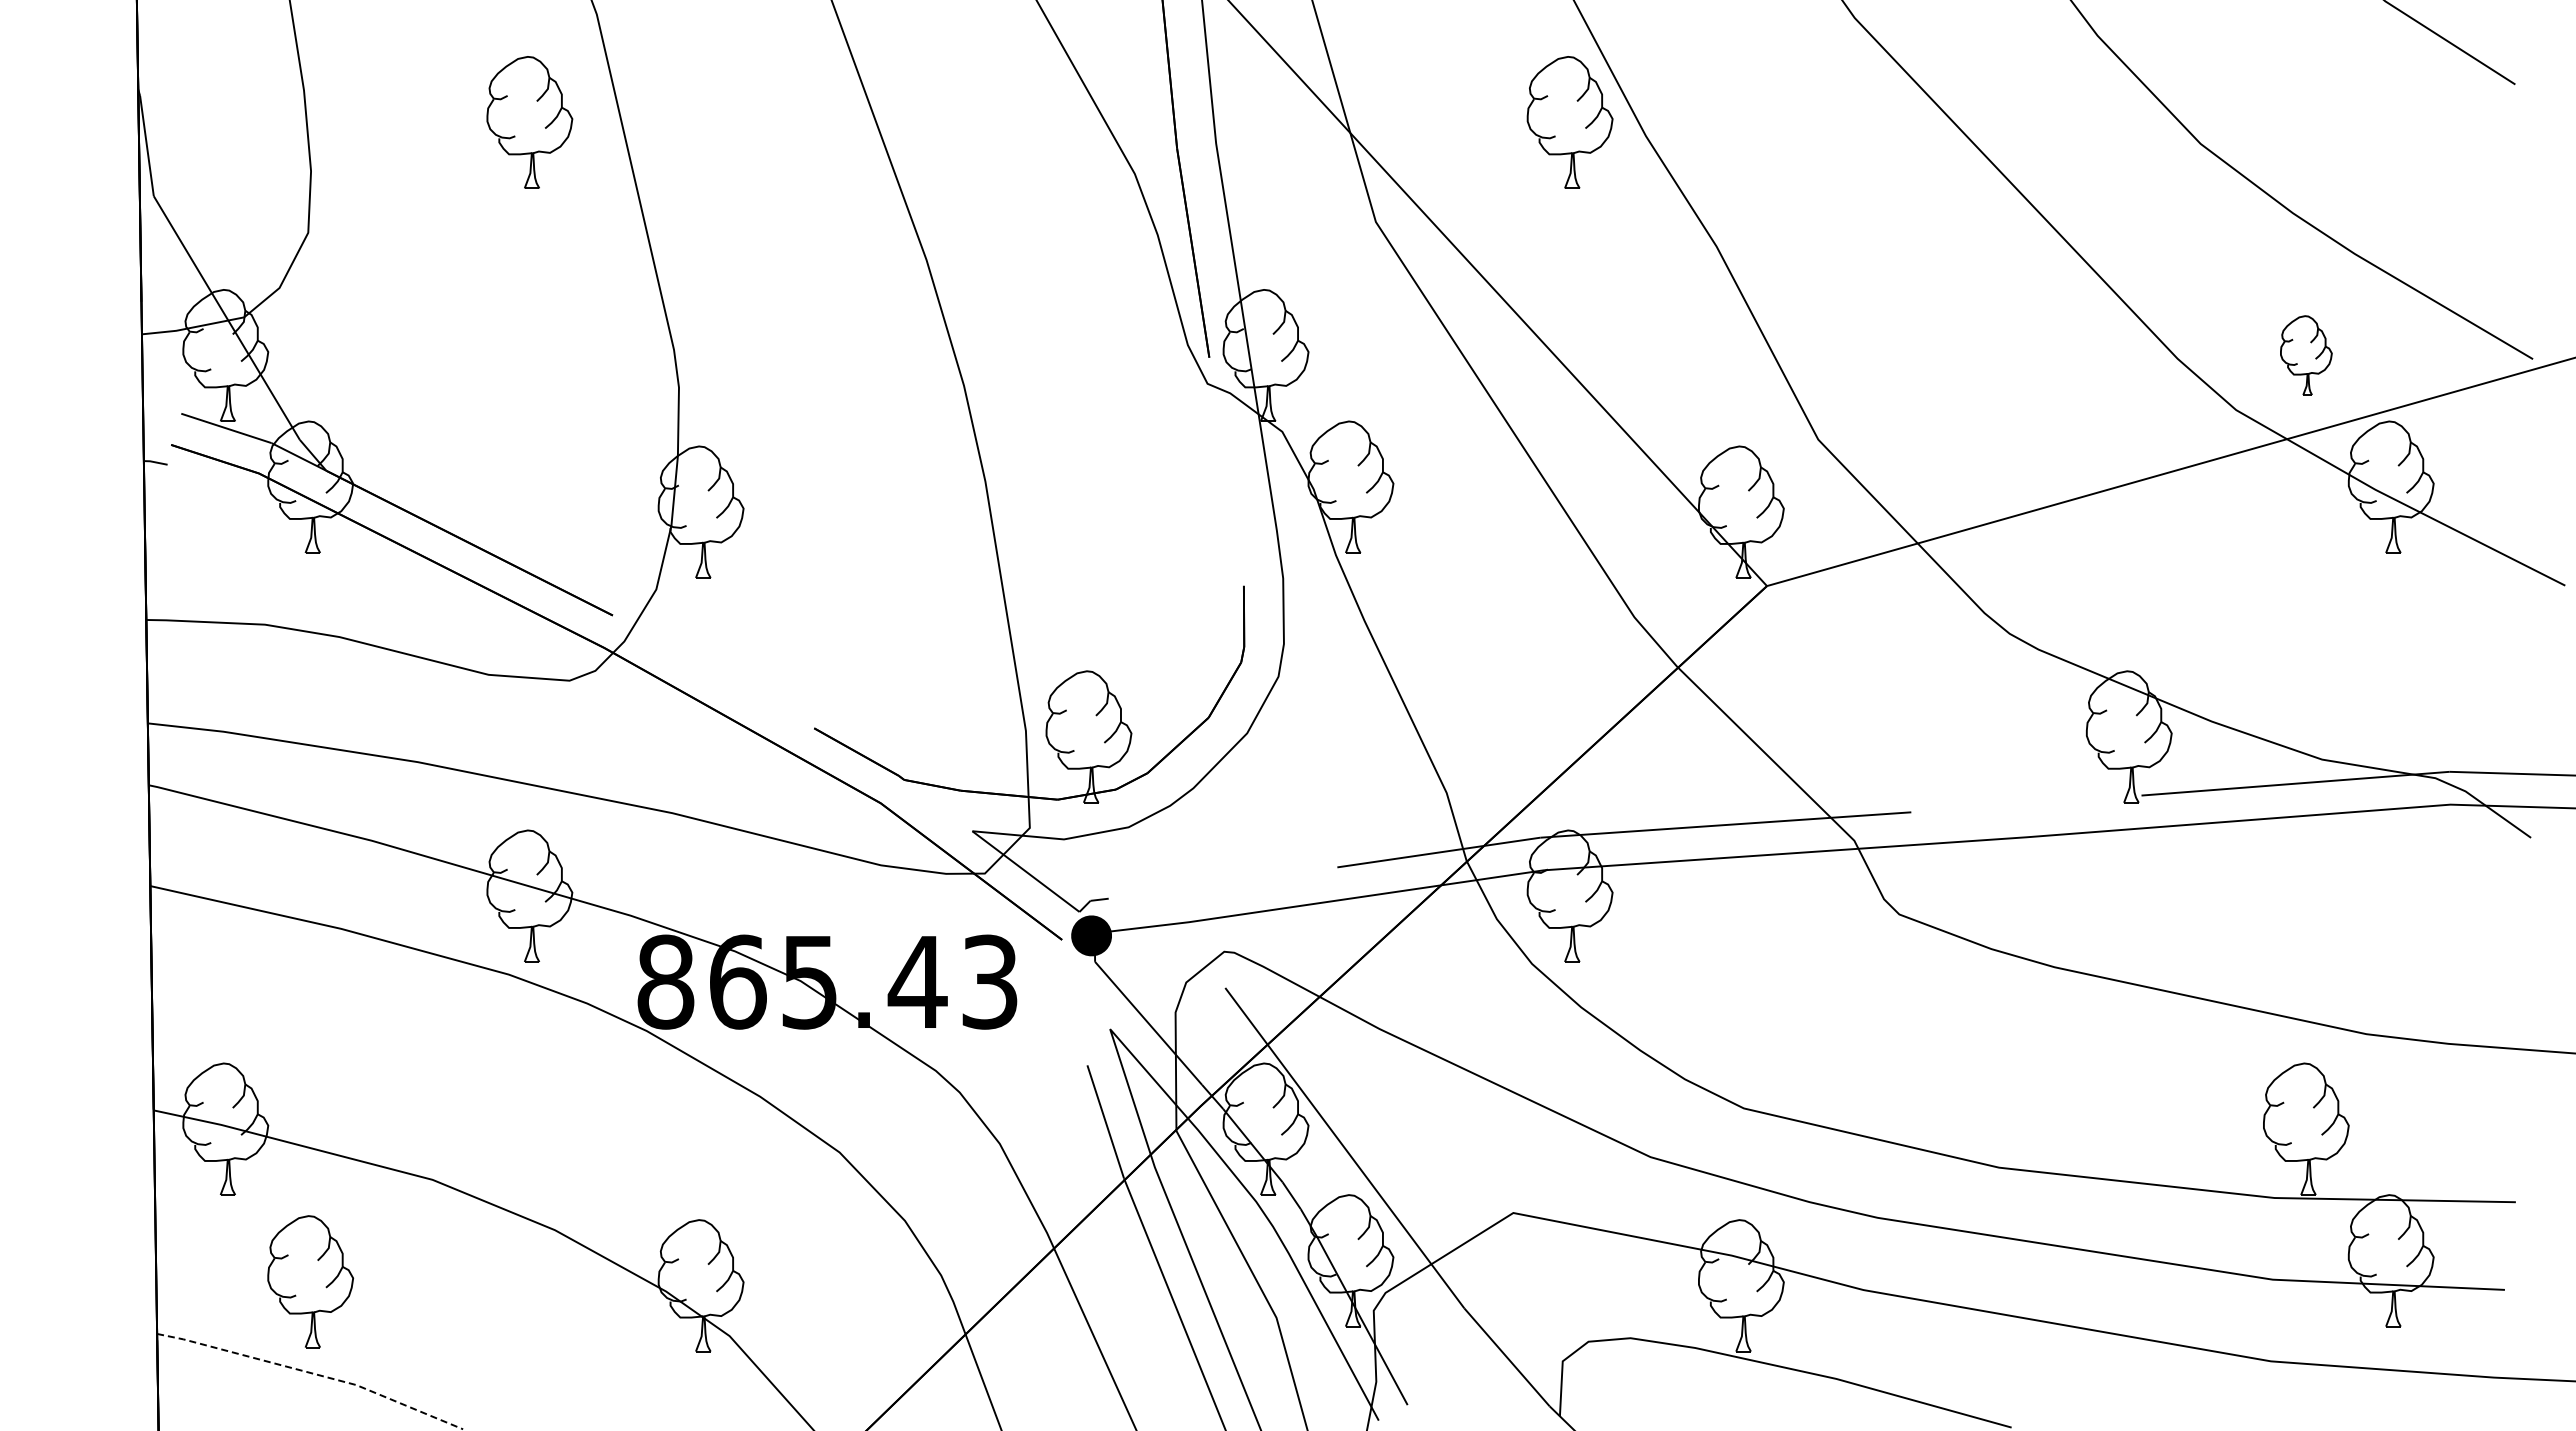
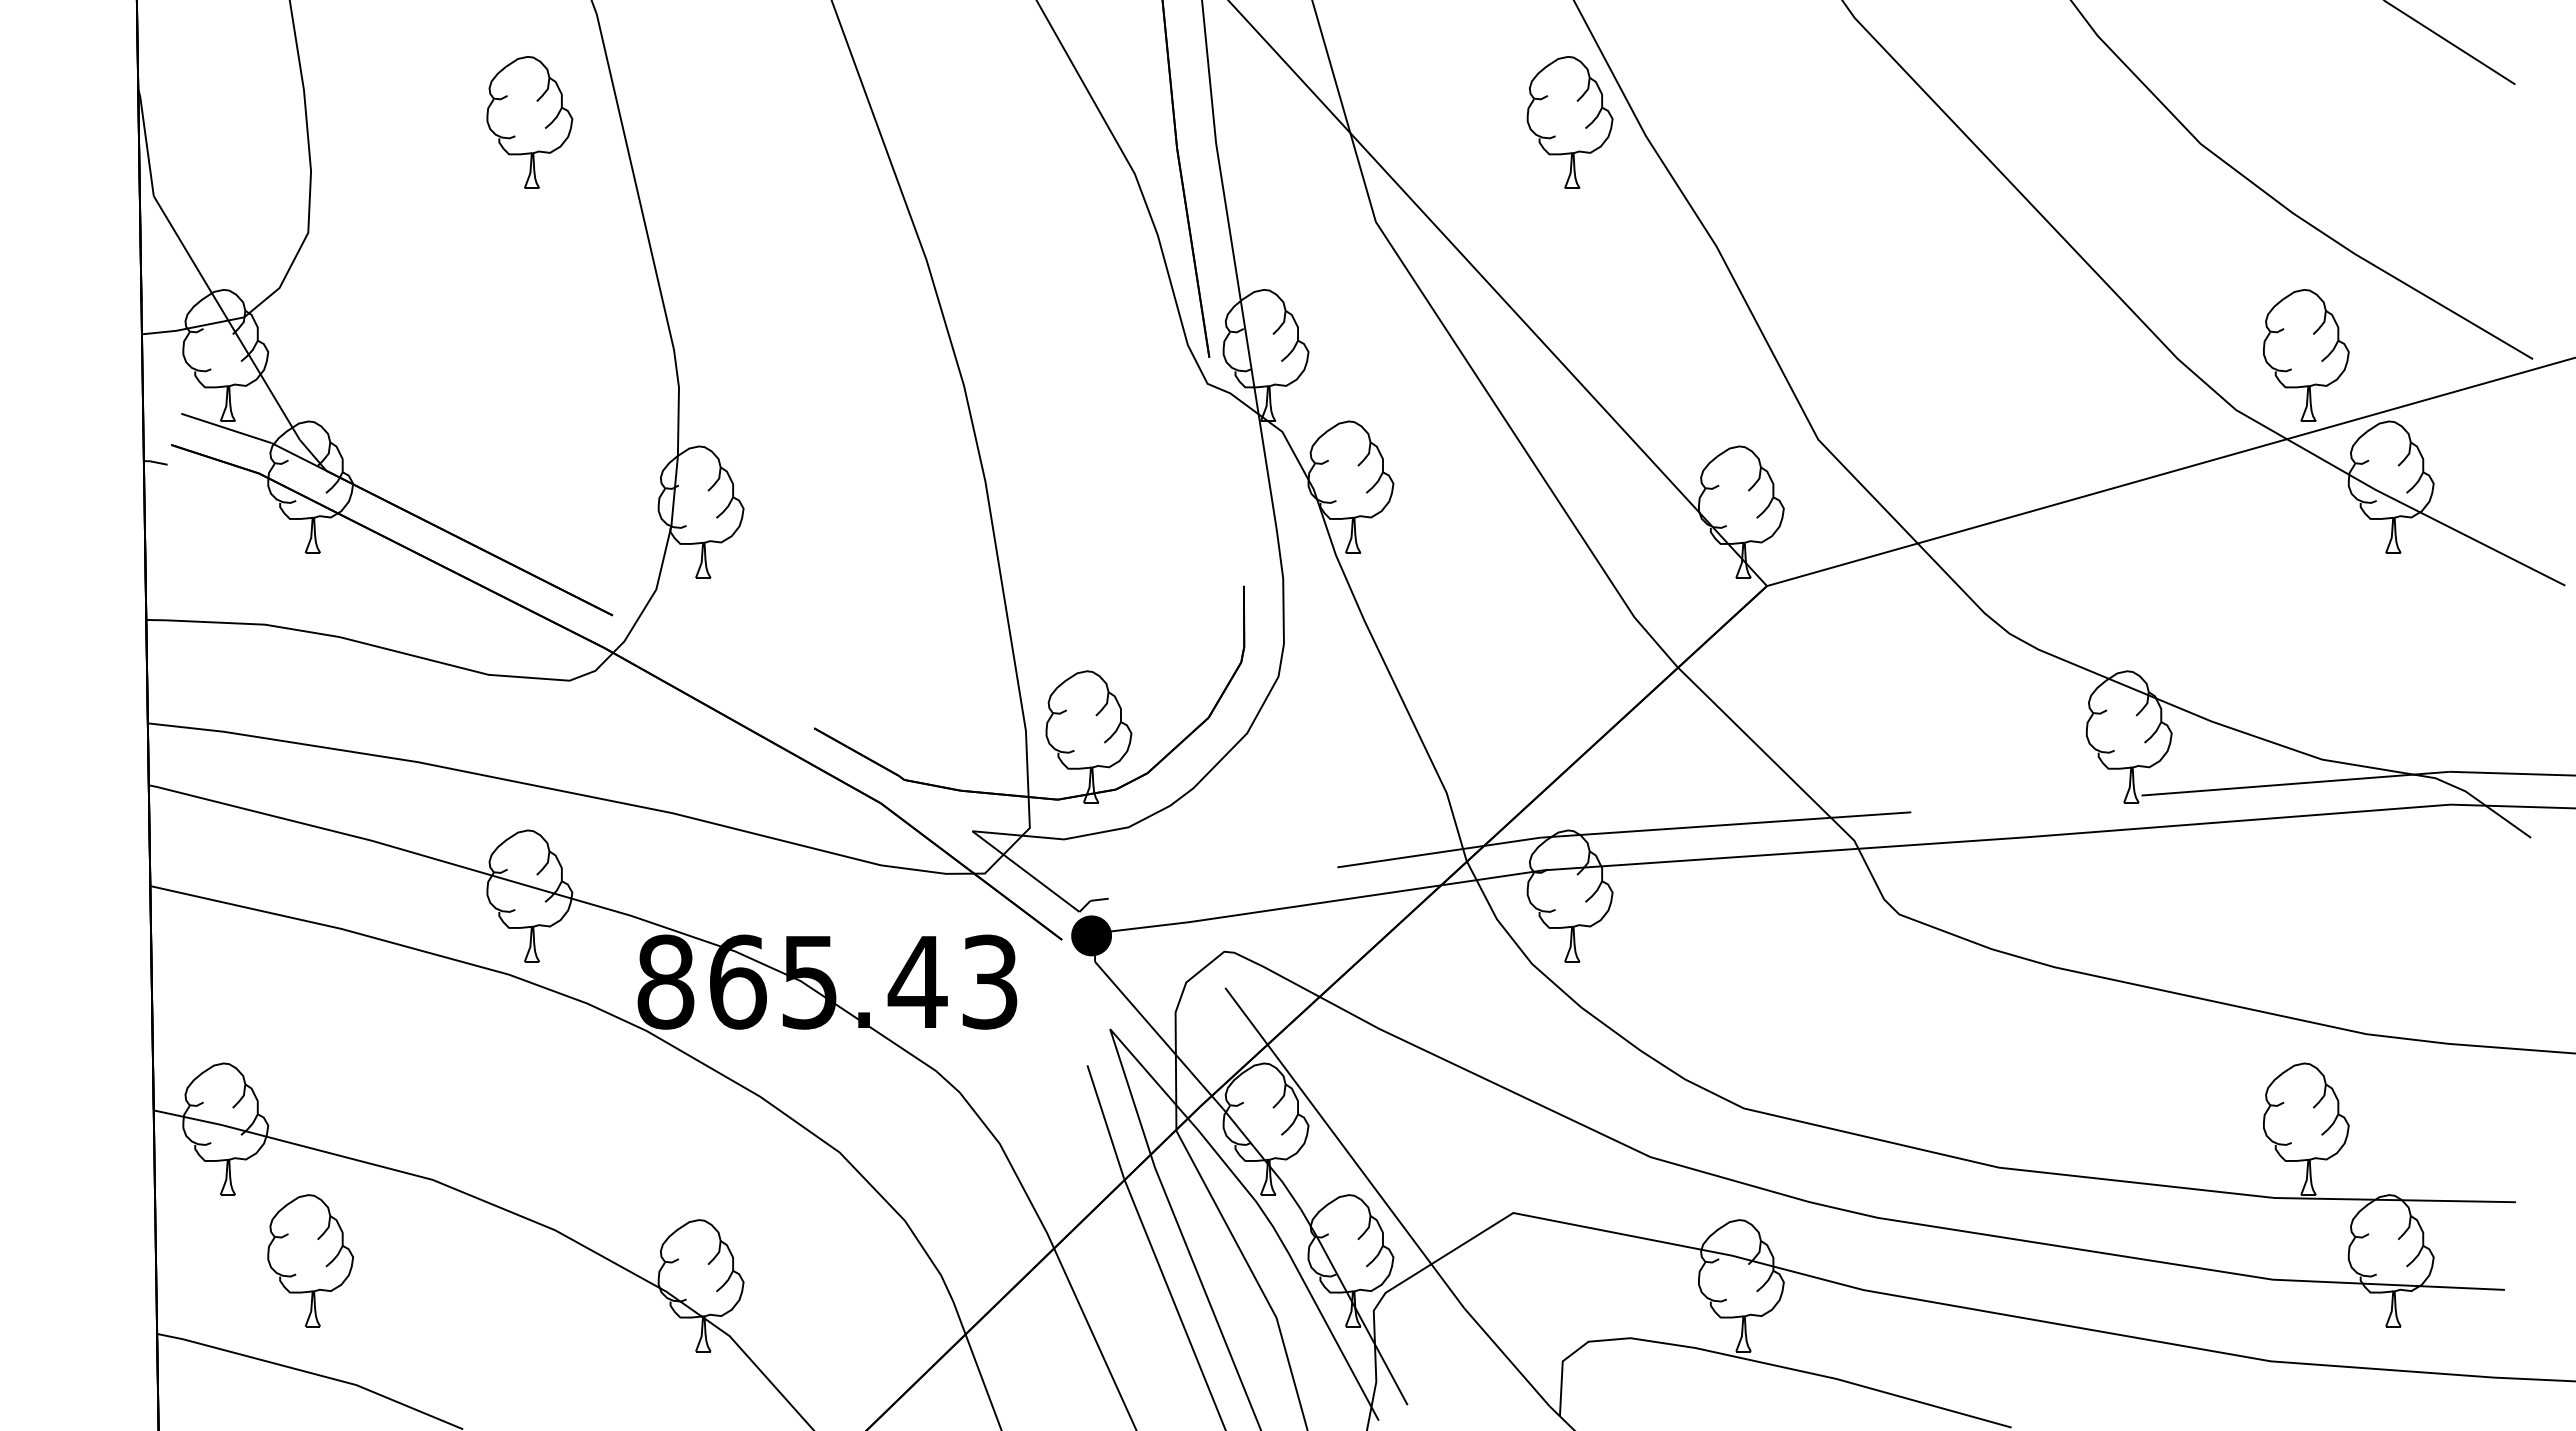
part at (2306, 355) size: 53x81 px -> 87x133 px
part at (310, 1281) position: (310, 1281) -> (310, 1260)
line at (313, 1373): dashed -> solid
